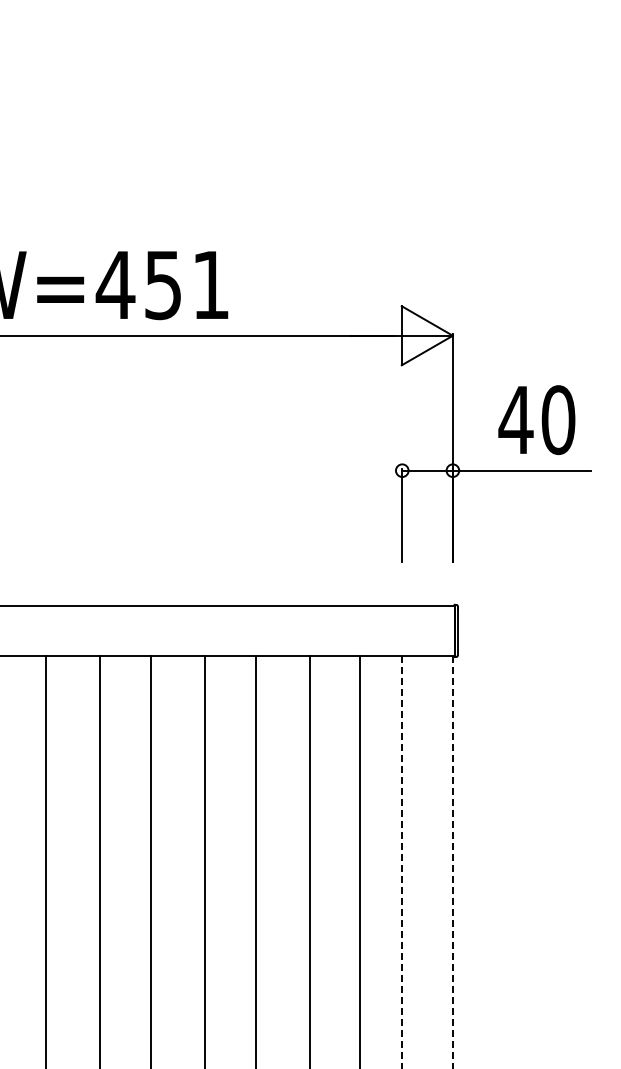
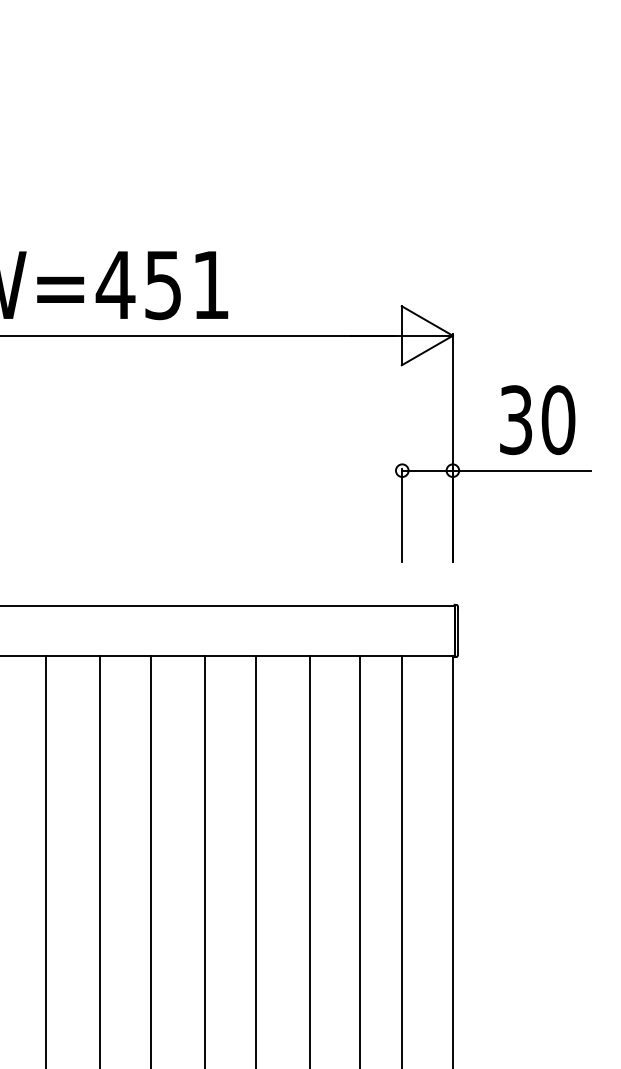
text at (515, 420): 40 -> 30
line at (402, 862): dashed -> solid
line at (452, 862): dashed -> solid
